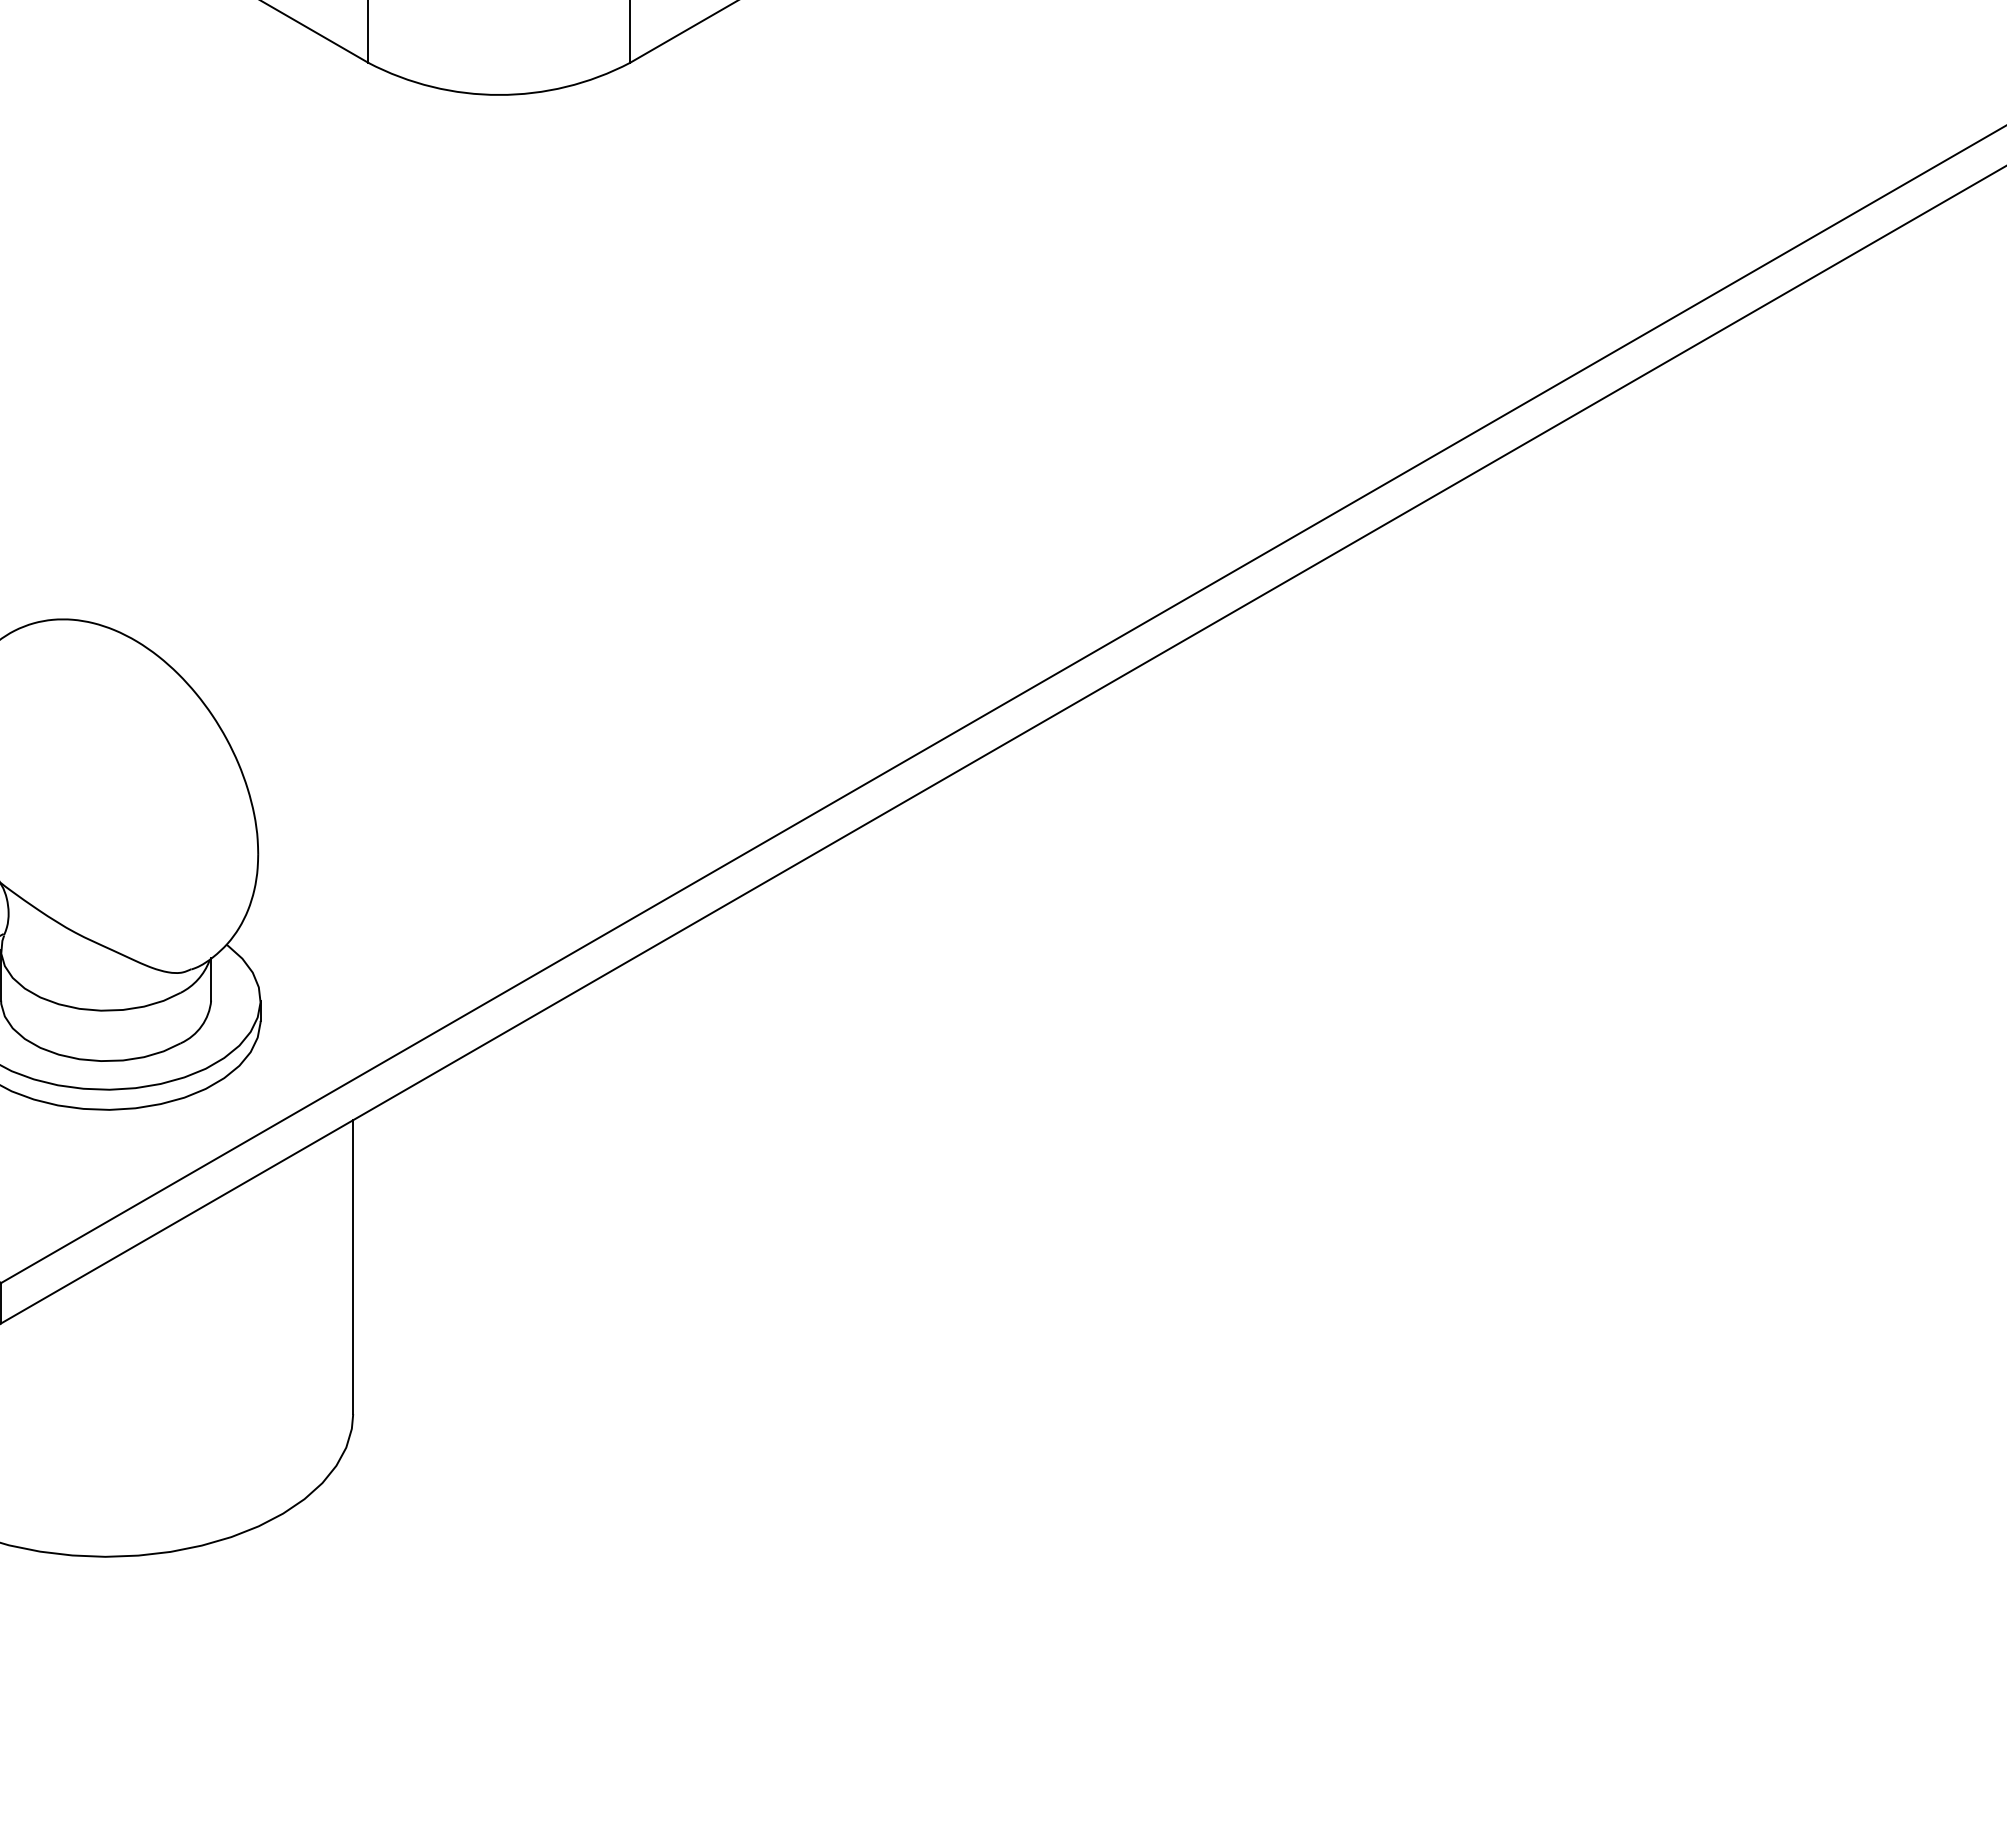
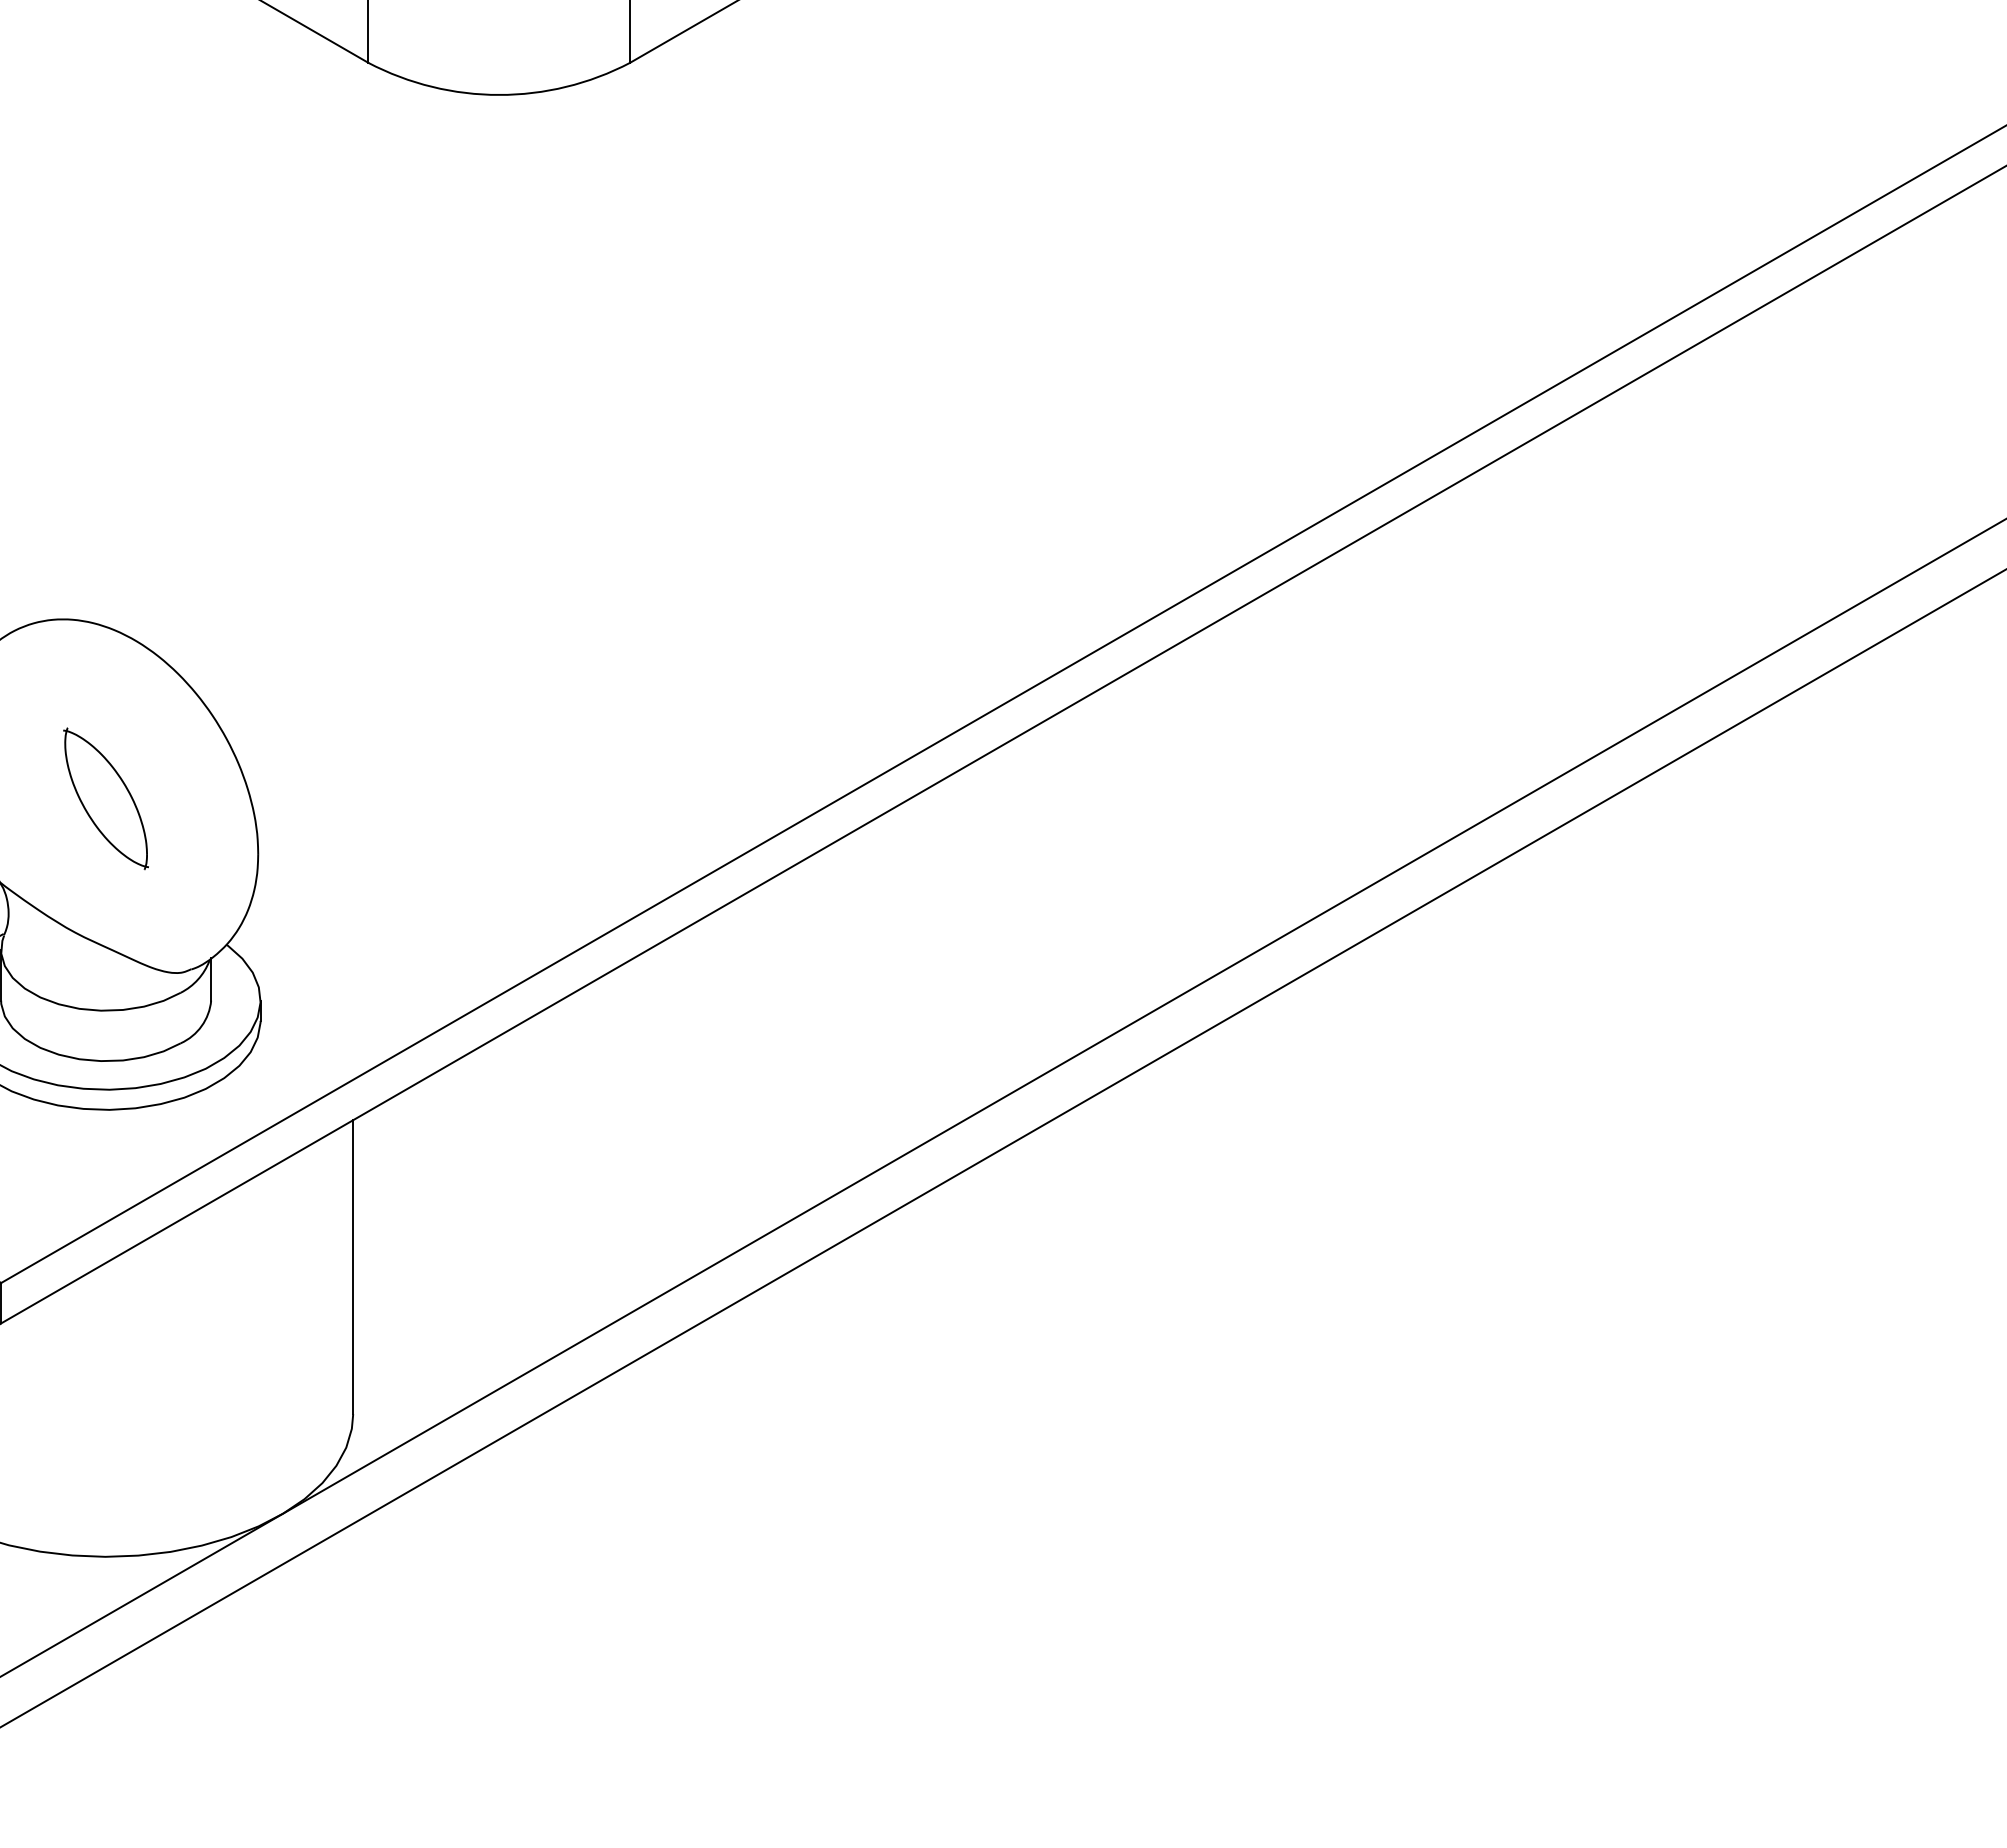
part at (105, 798): none -> present
line at (1002, 1097): none -> present
line at (1002, 1148): none -> present
